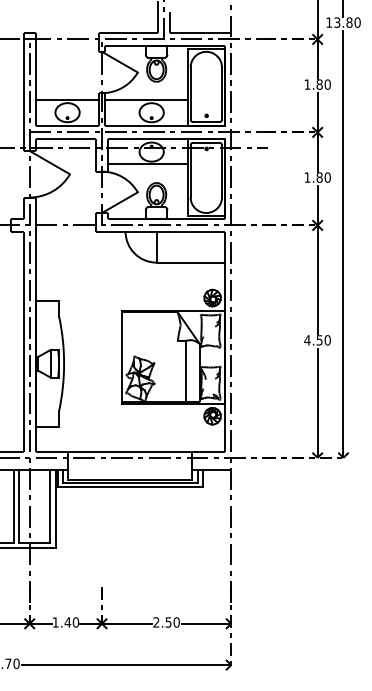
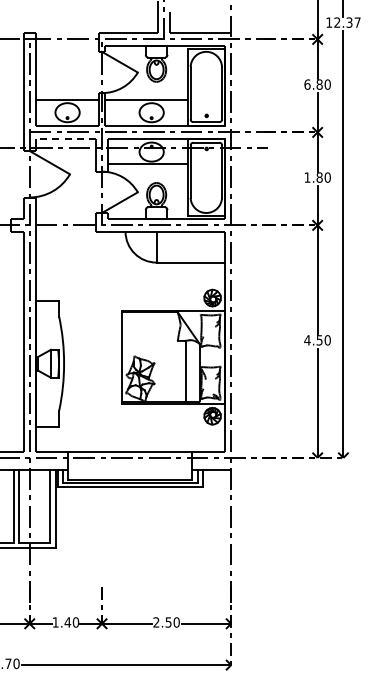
text at (347, 22): 13.80 -> 12.37
text at (307, 84): 1.80 -> 6.80
line at (65, 138): solid -> dashed
